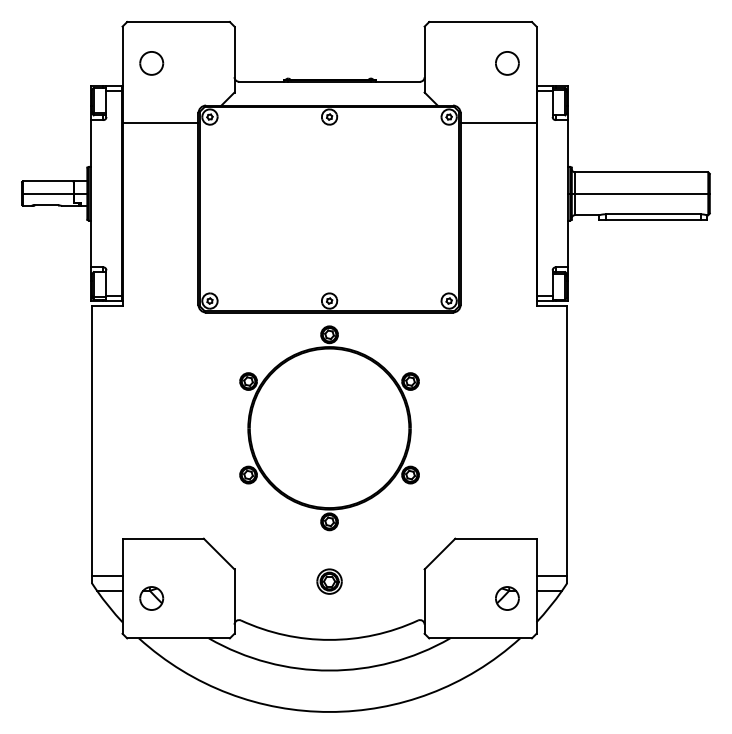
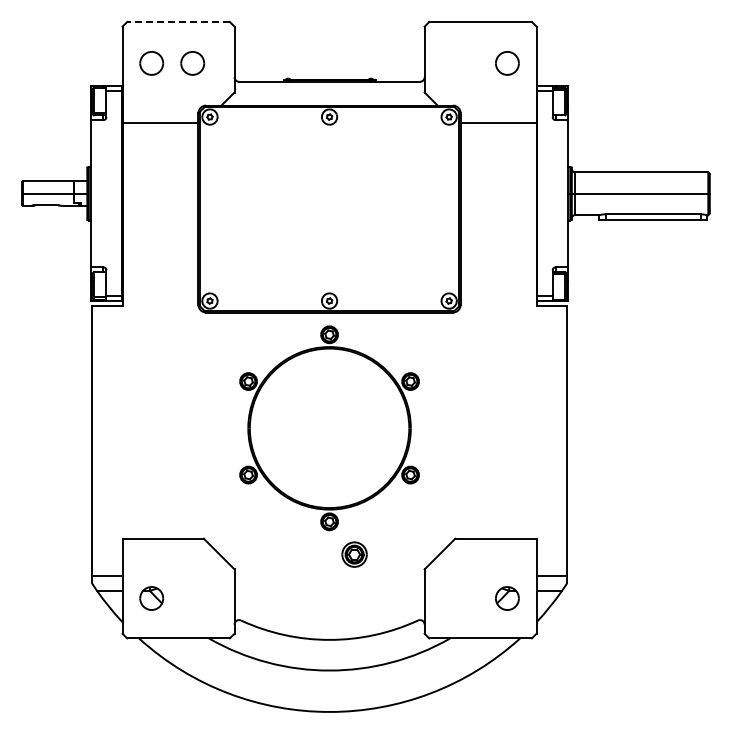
line at (178, 22): solid -> dashed
part at (192, 63): none -> present
part at (329, 581) position: (329, 581) -> (354, 554)
